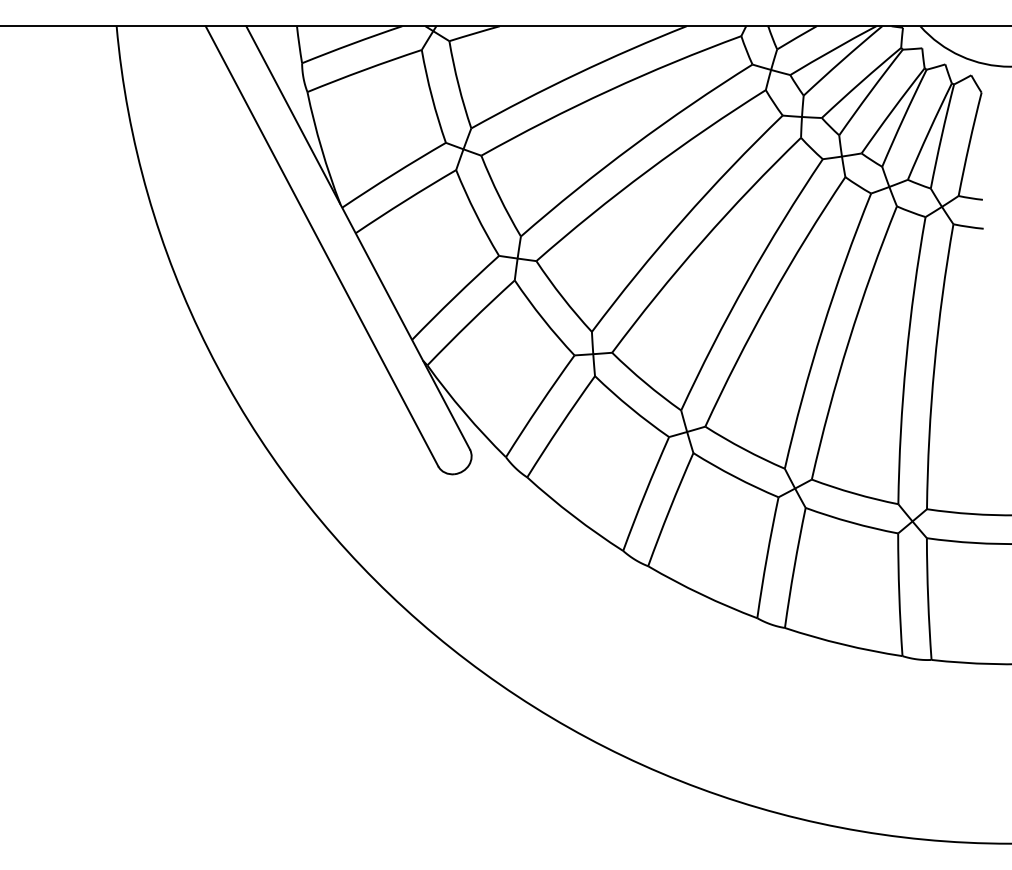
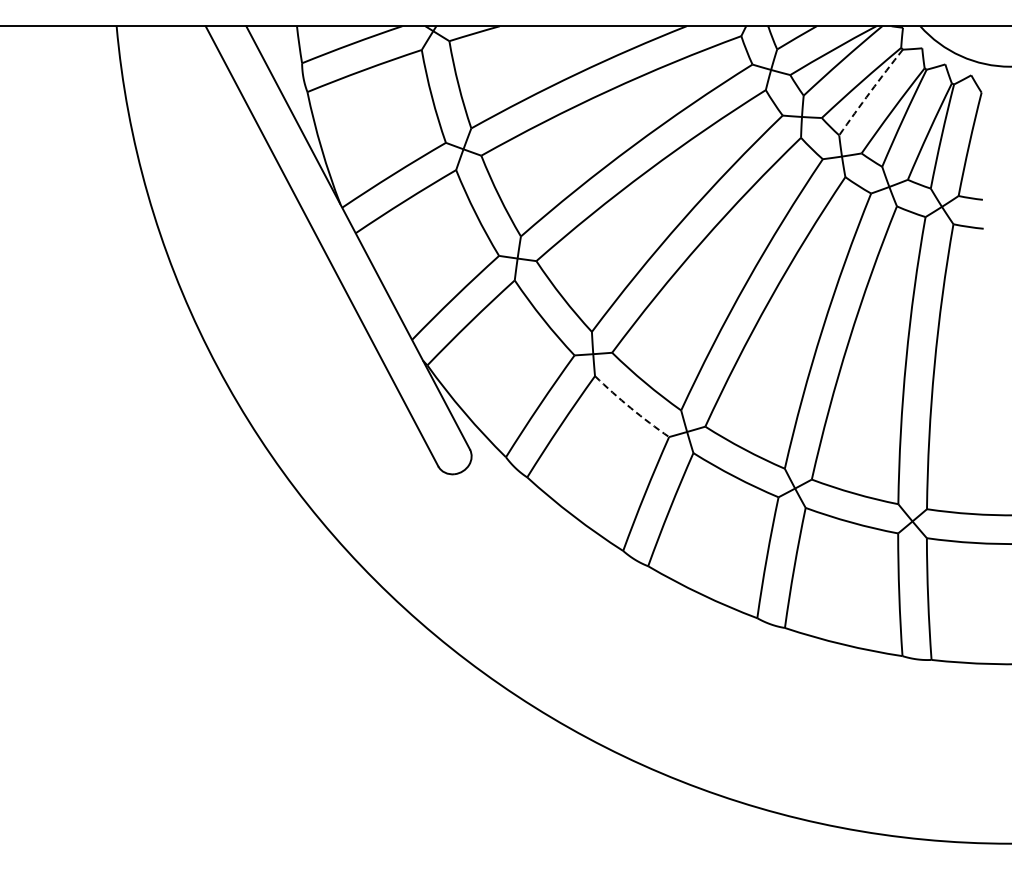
arc at (870, 92): solid -> dashed
arc at (630, 408): solid -> dashed
